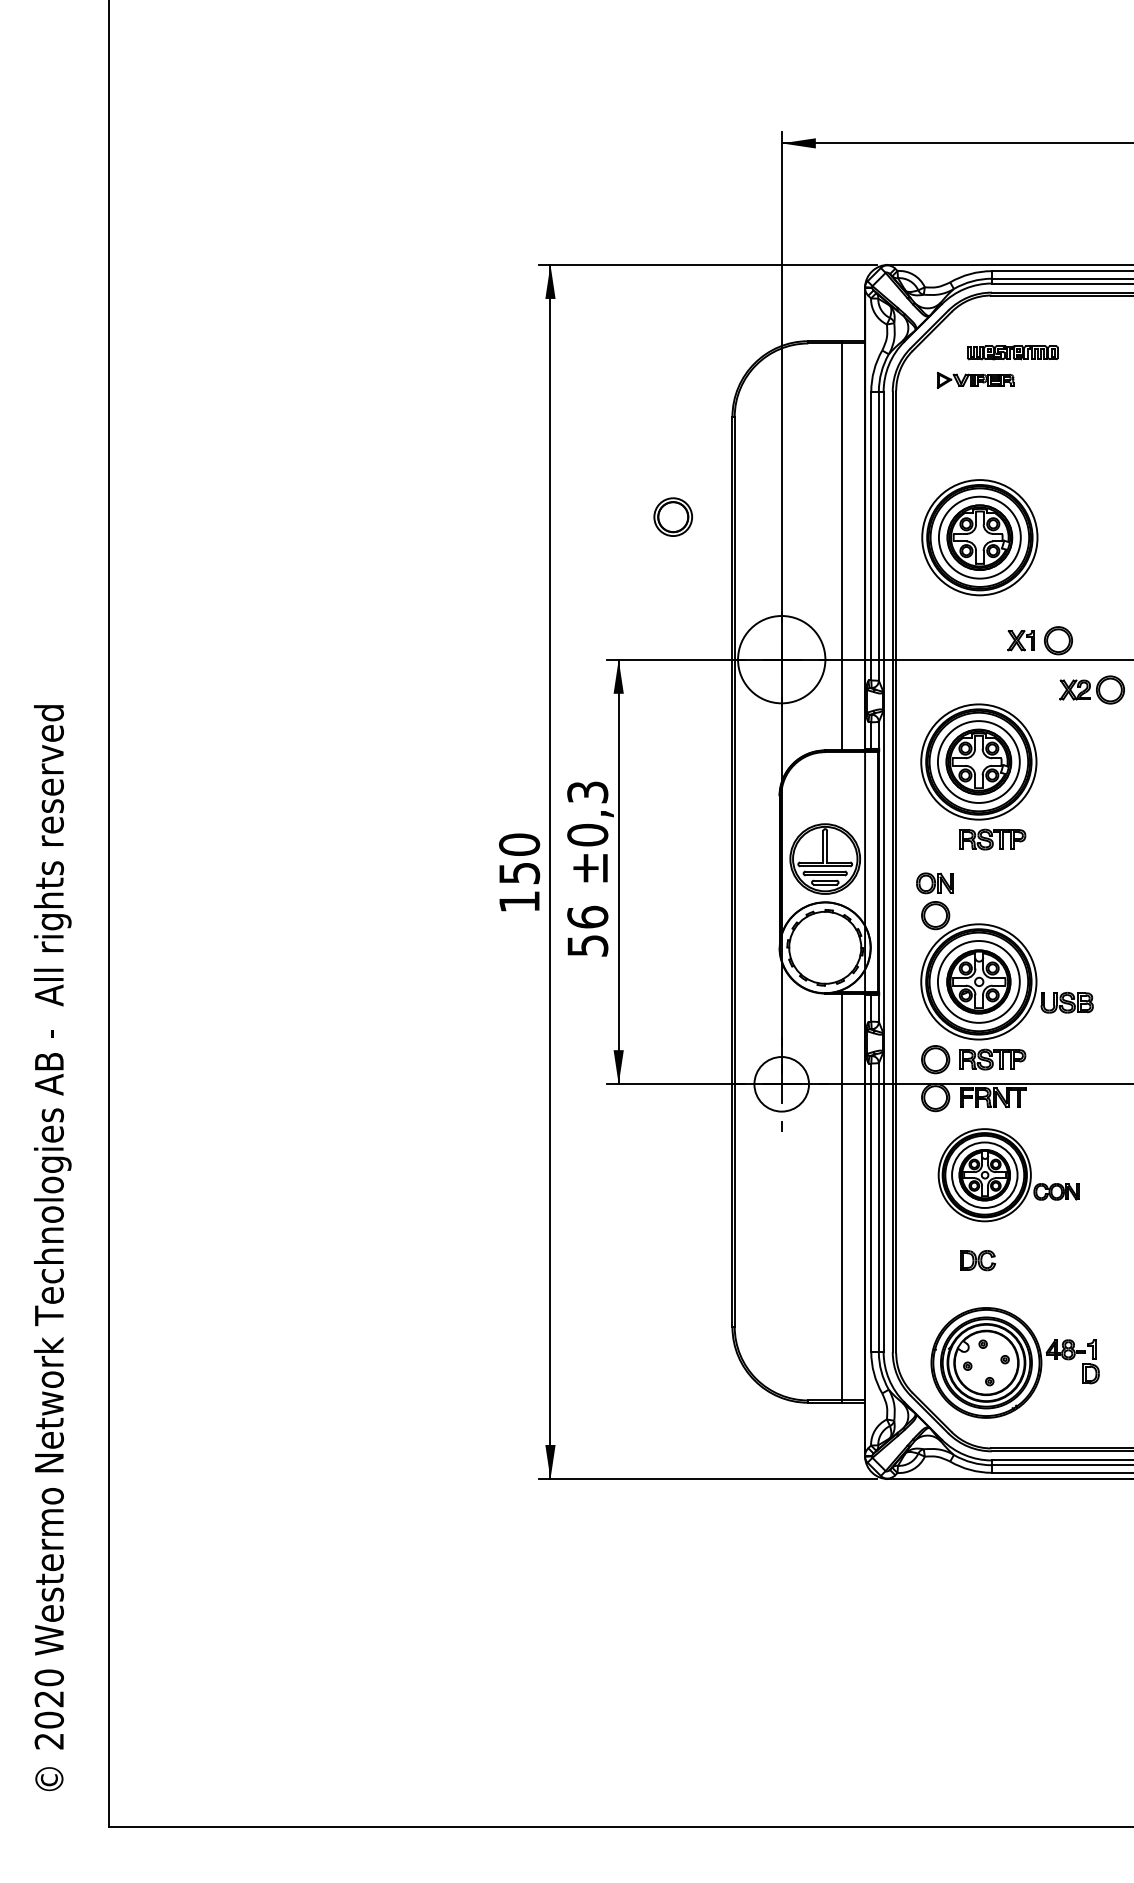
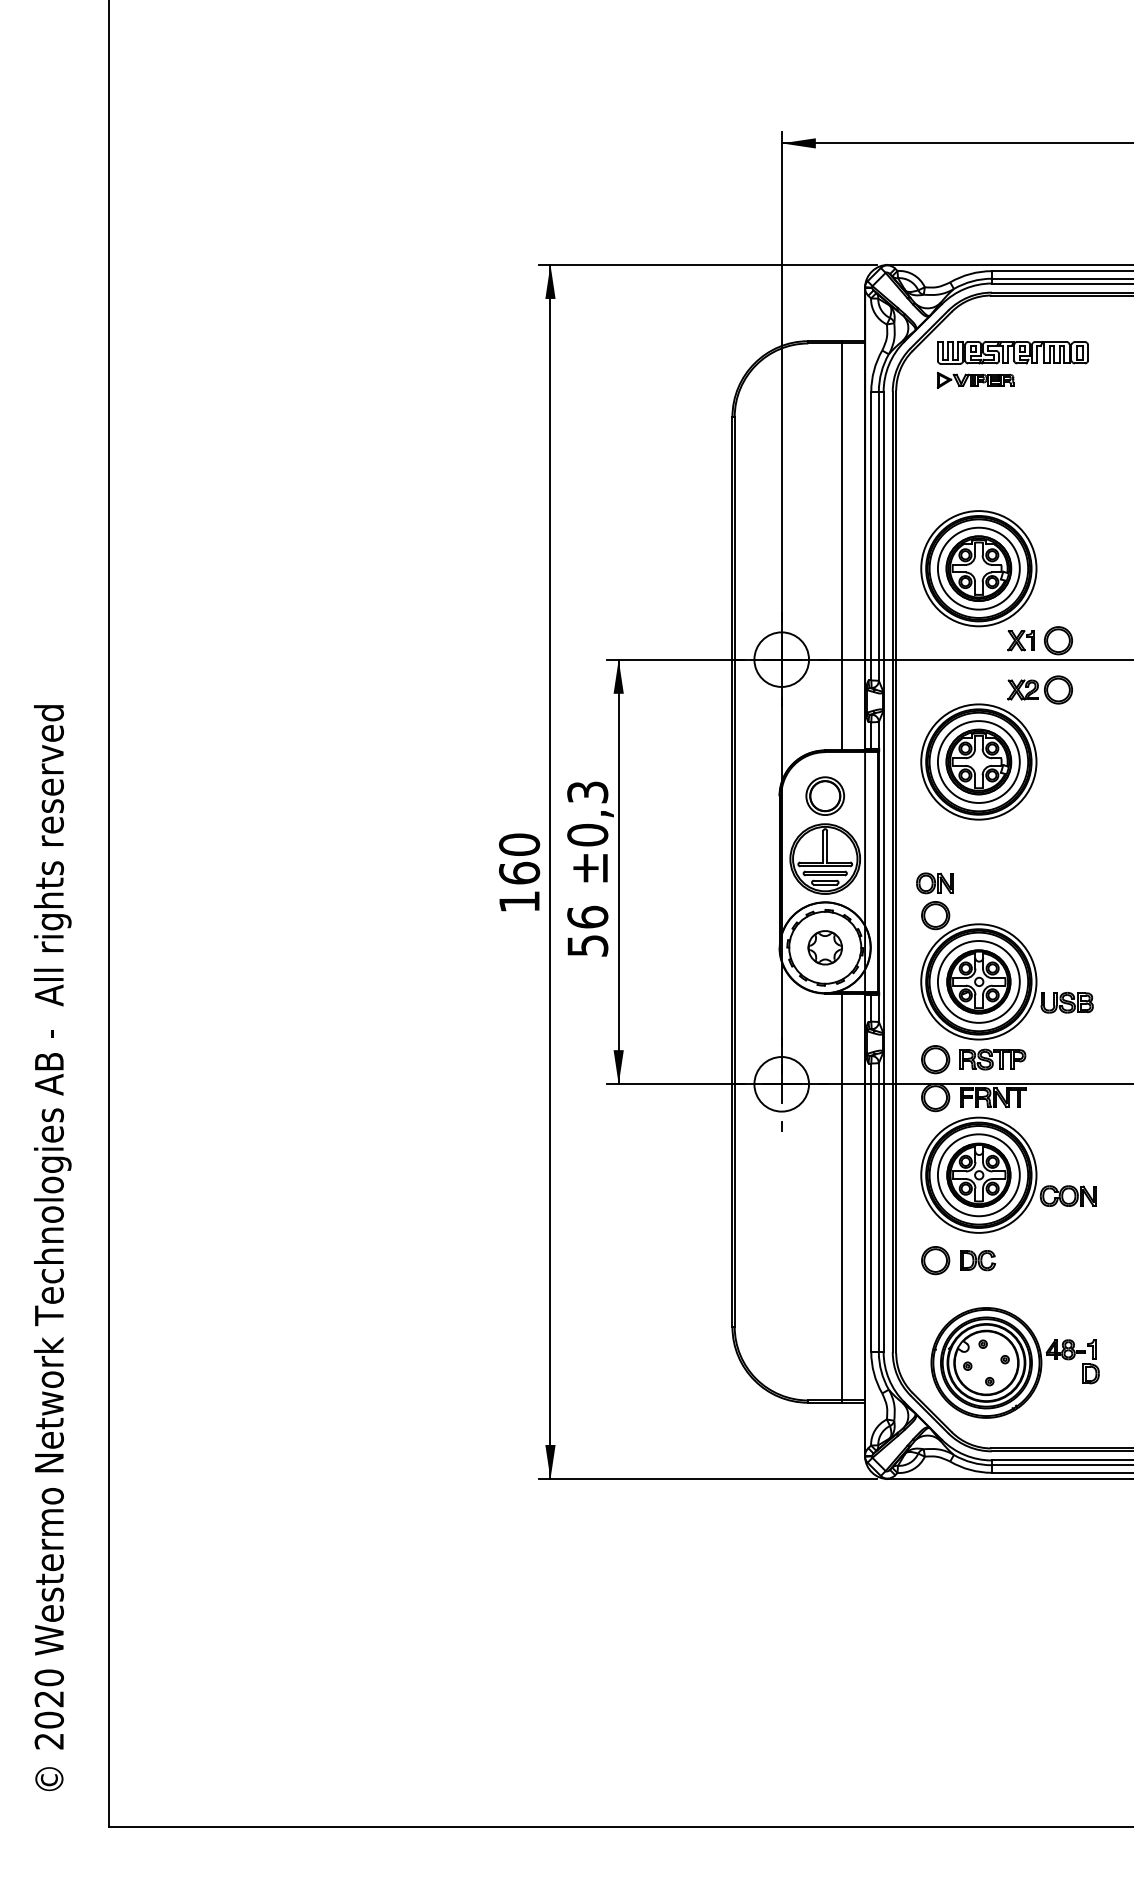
part at (1012, 352) size: 92x16 px -> 152x24 px
part at (672, 516) position: (672, 516) -> (824, 795)
part at (979, 537) position: (979, 537) -> (978, 568)
circle at (781, 659) diameter: 87 px -> 55 px
part at (1091, 689) position: (1091, 689) -> (1039, 689)
part at (992, 839): present -> none
text at (519, 872): 150 -> 160
part at (824, 947): none -> present
part at (1008, 1175) size: 143x95 px -> 177x118 px
part at (935, 1260): none -> present
